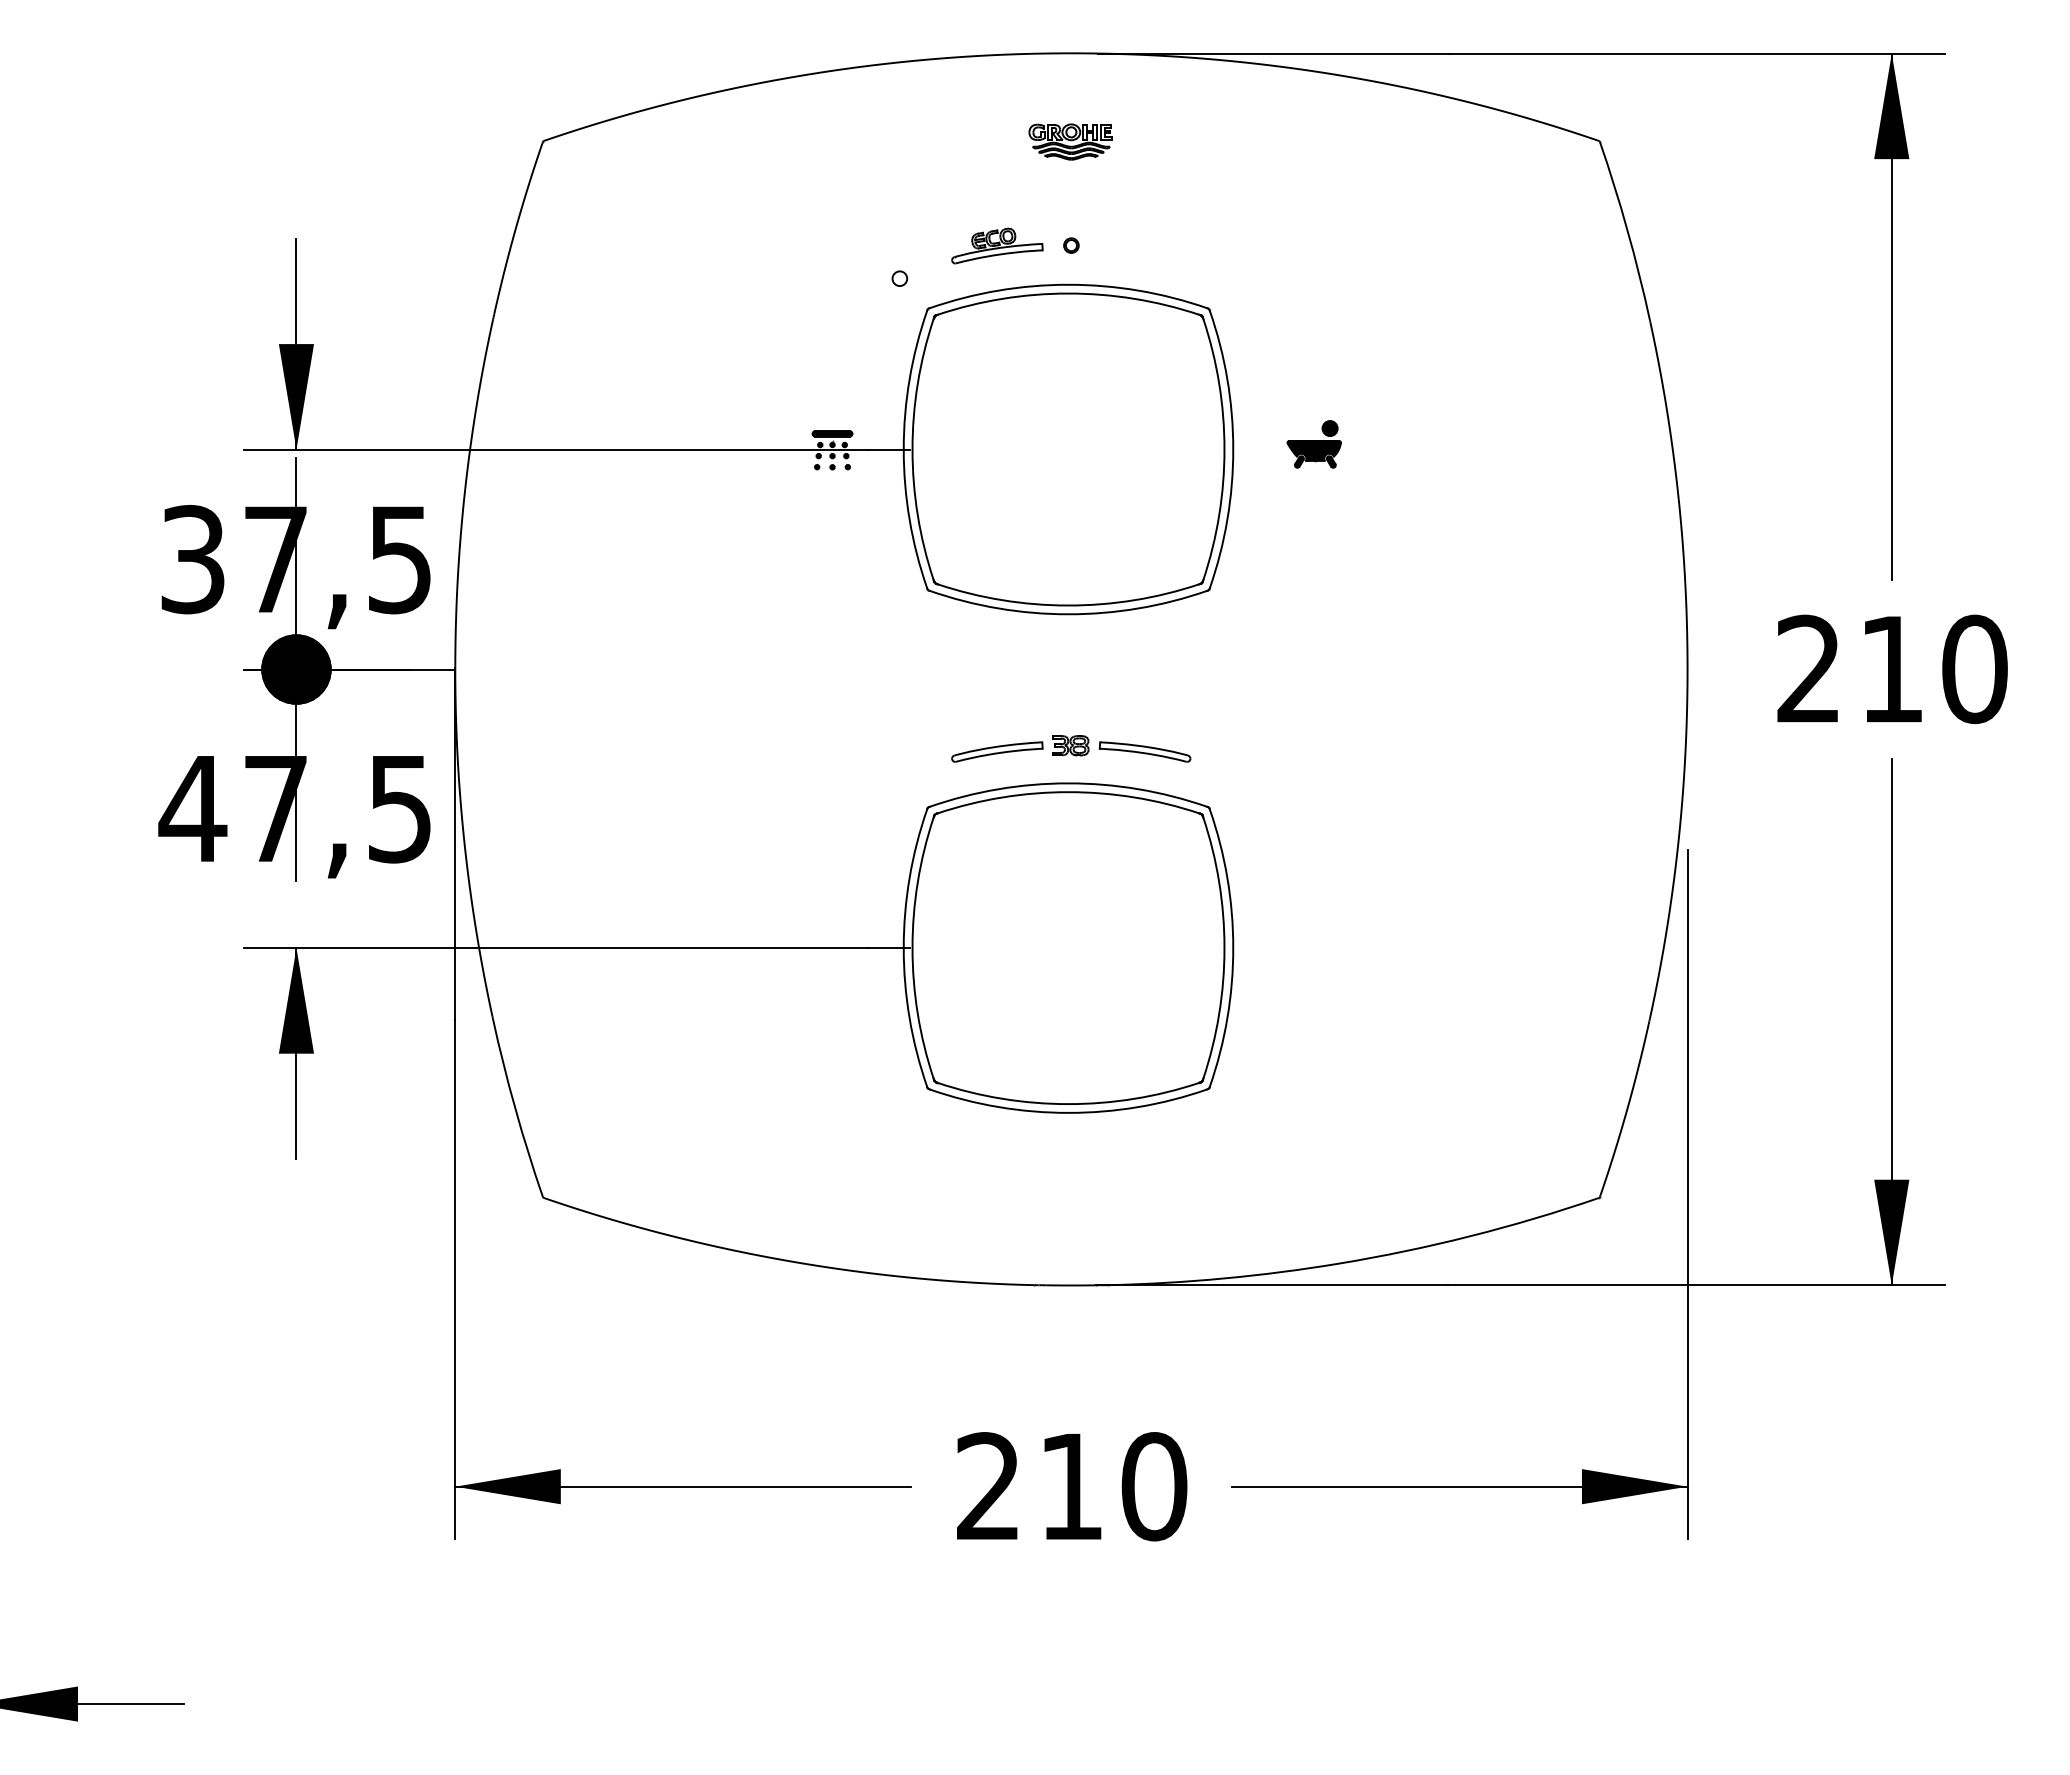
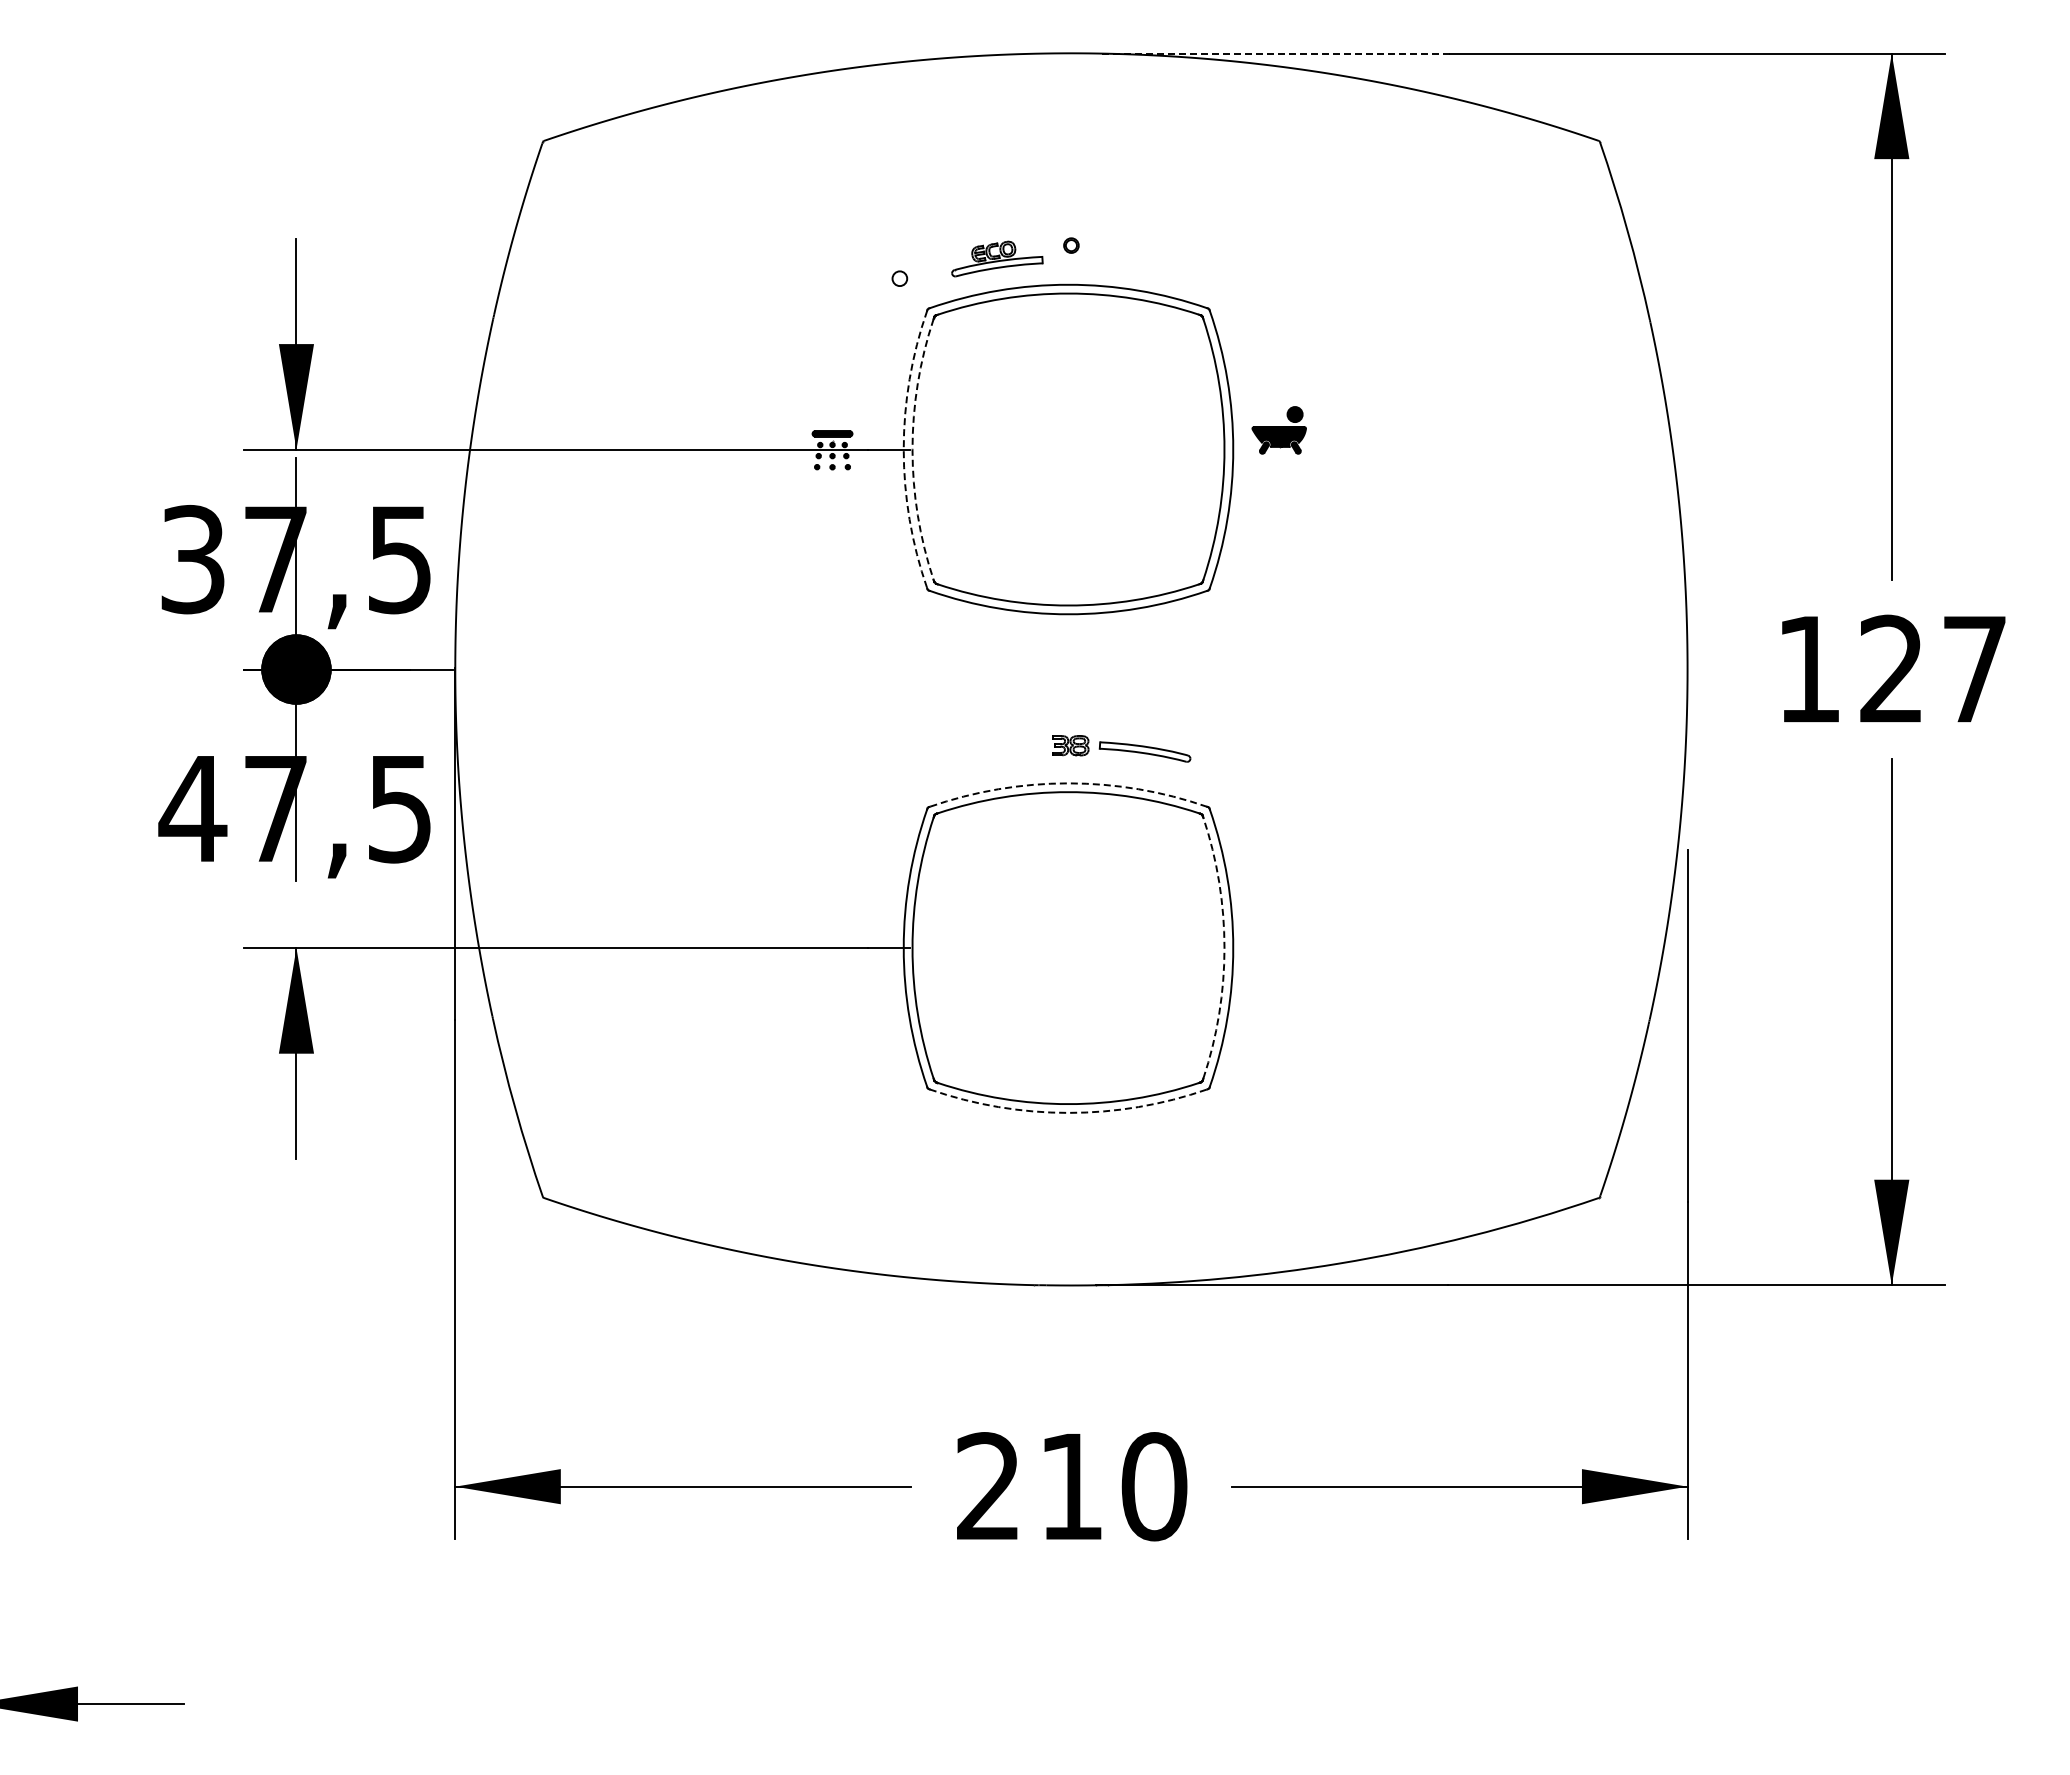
line at (1273, 53): solid -> dashed
part at (1070, 141): present -> none
part at (997, 245) position: (997, 245) -> (997, 258)
part at (1313, 444) position: (1313, 444) -> (1278, 430)
arc at (903, 449): solid -> dashed
arc at (912, 449): solid -> dashed
text at (1892, 669): 210 -> 127
part at (997, 751): present -> none
arc at (1068, 783): solid -> dashed
arc at (1224, 948): solid -> dashed
arc at (1068, 1112): solid -> dashed
